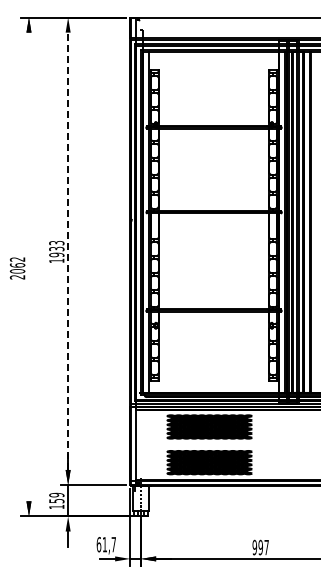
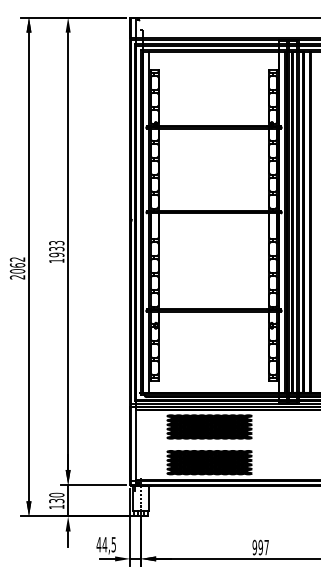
line at (68, 251): dashed -> solid
line at (28, 266): none -> present
text at (56, 497): 159 -> 130
text at (105, 544): 61,7 -> 44,5
